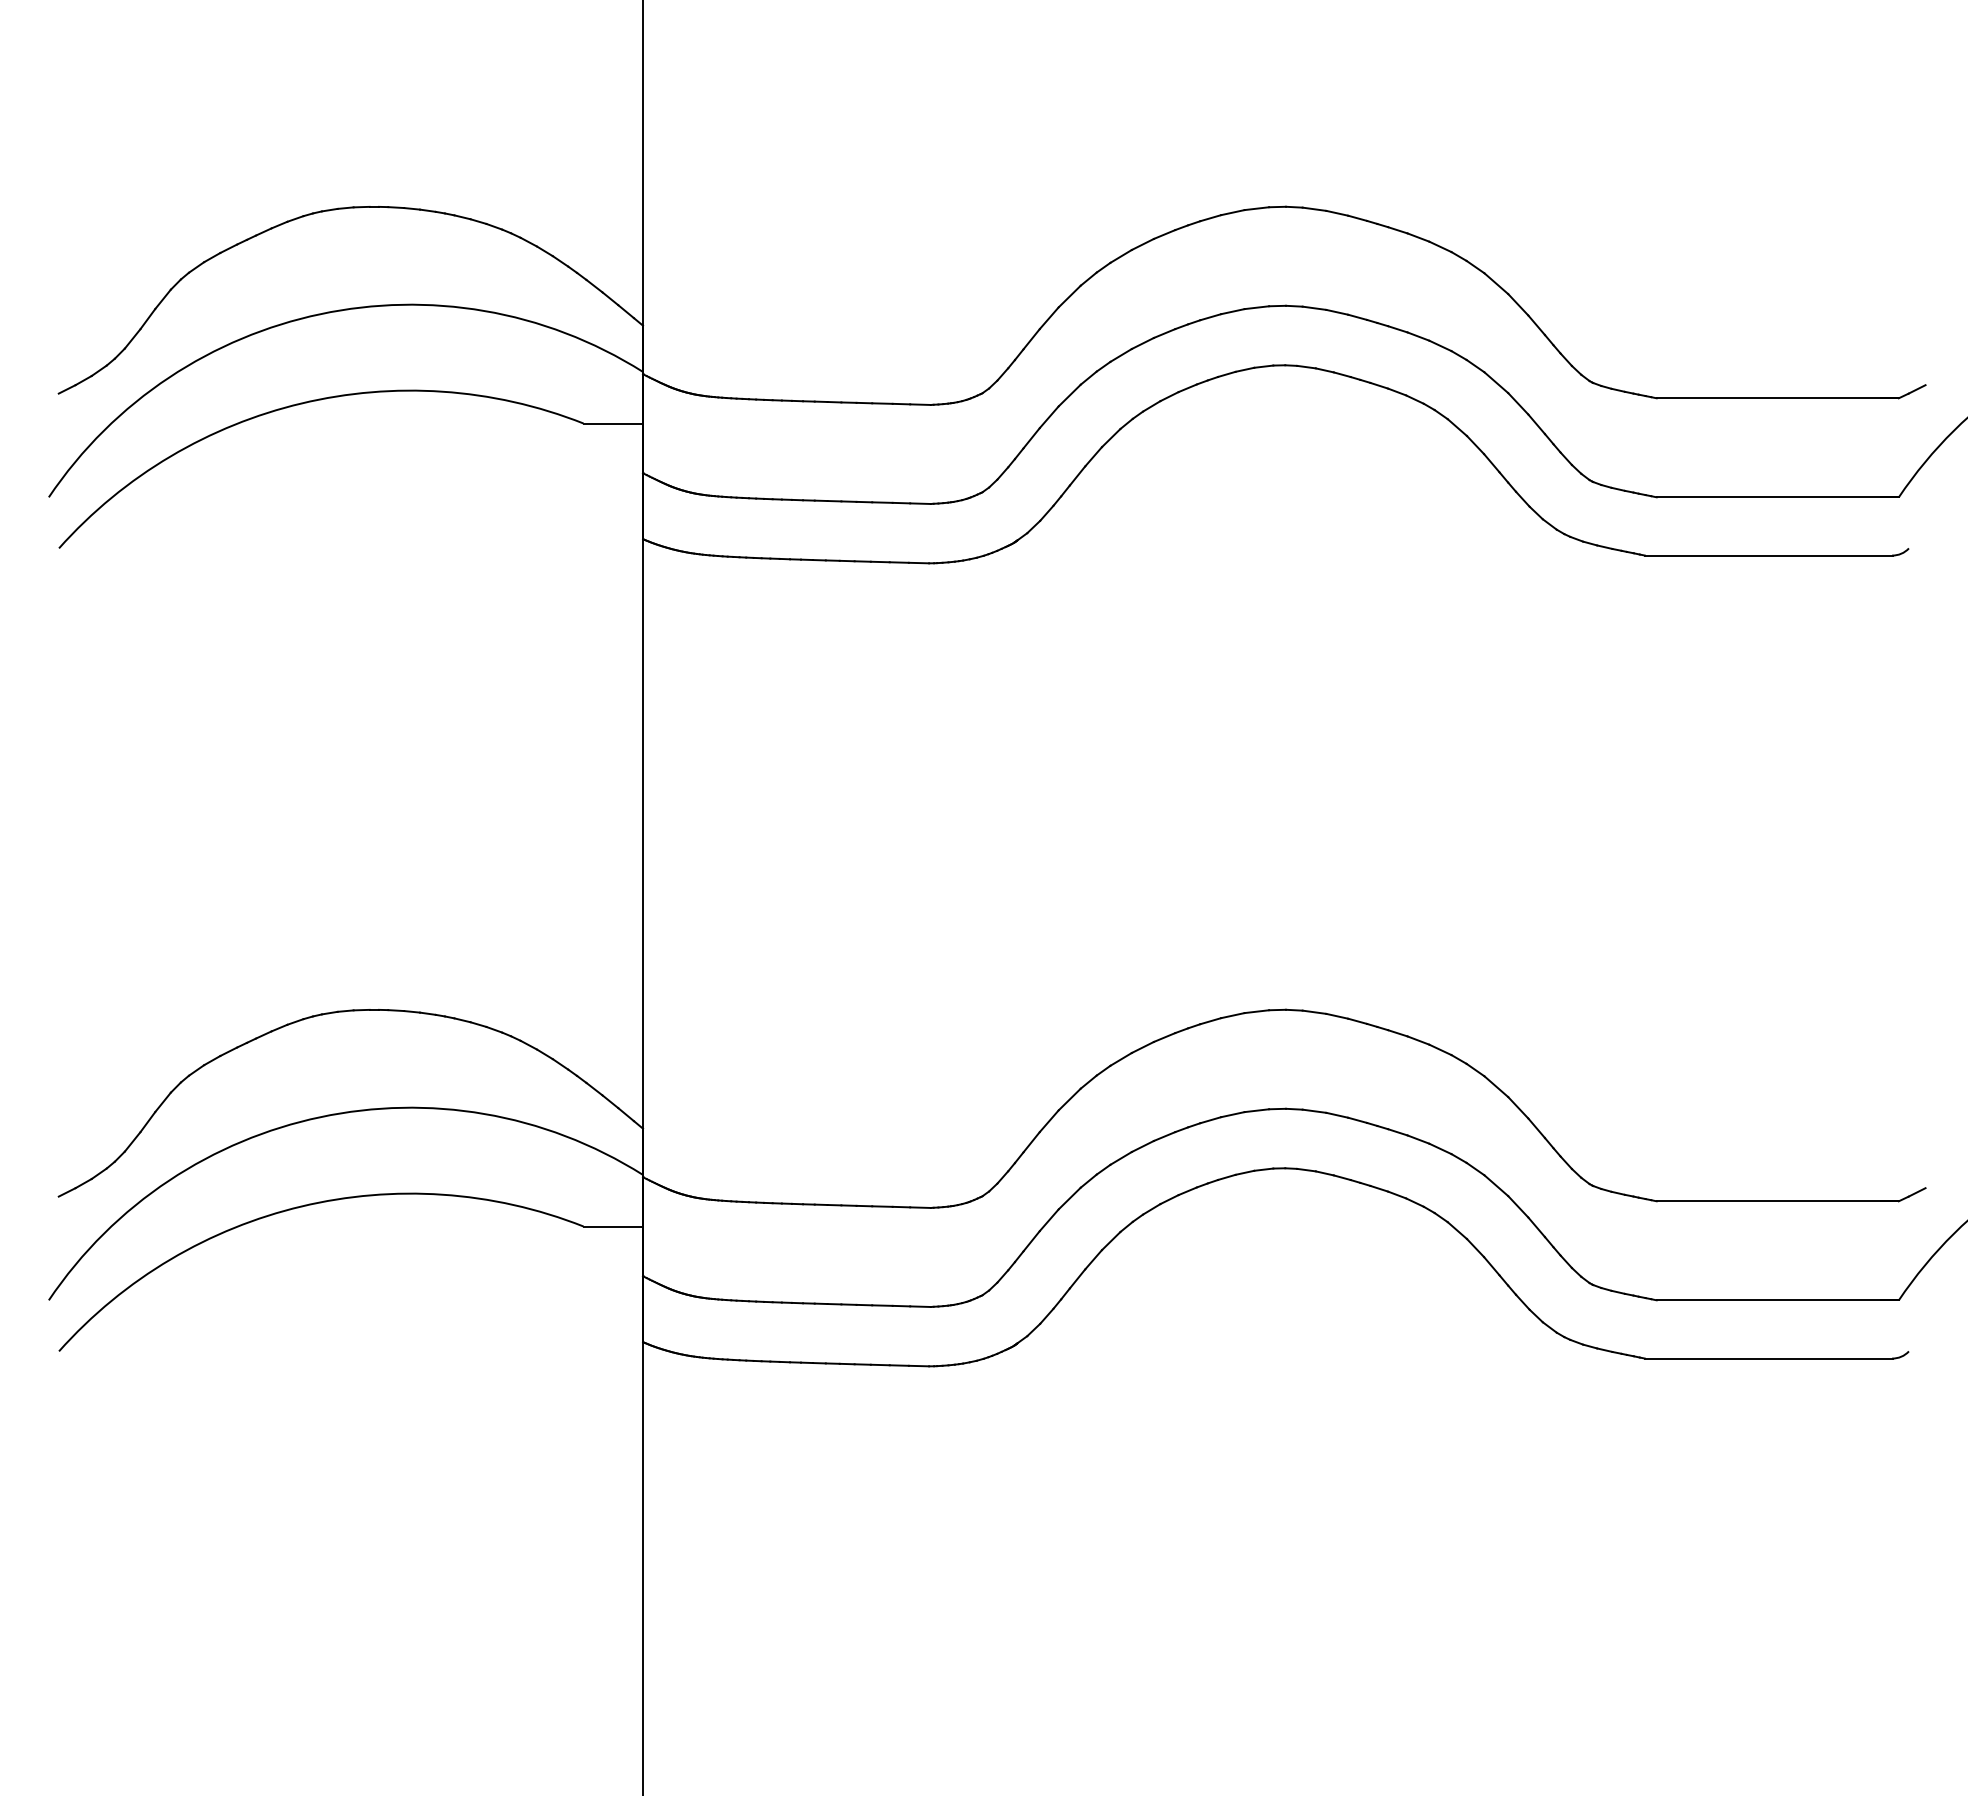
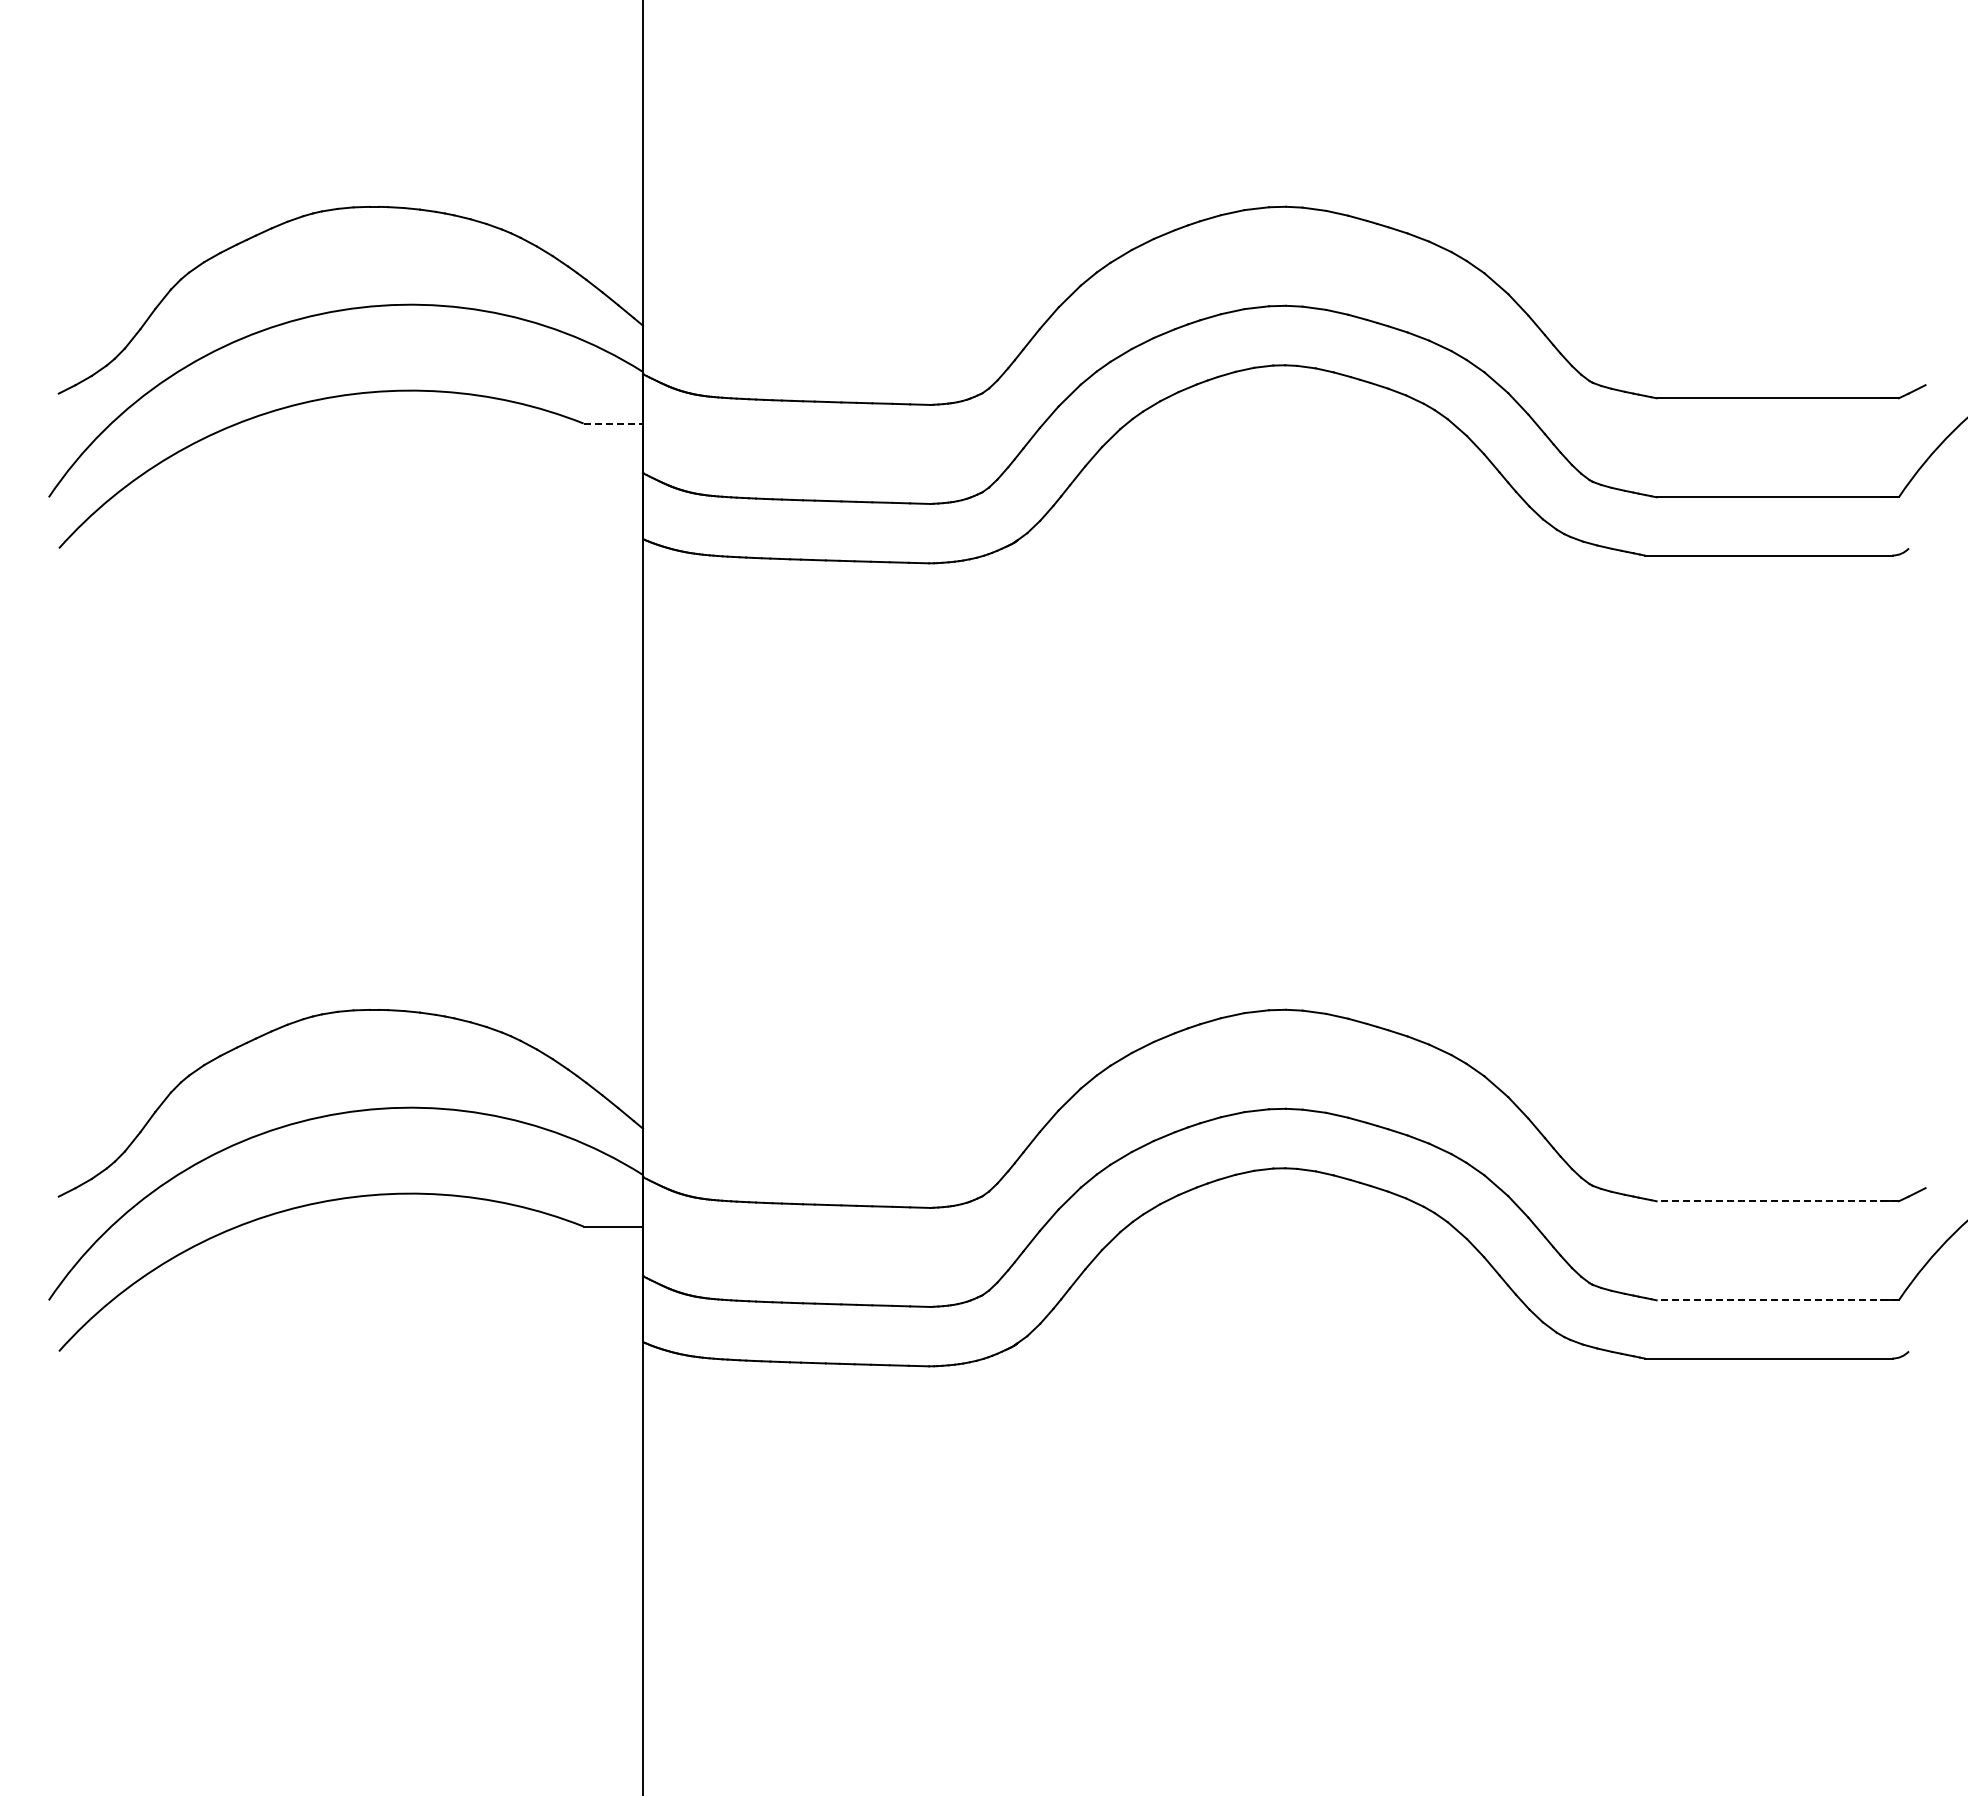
line at (613, 423): solid -> dashed
line at (1777, 1201): solid -> dashed
line at (1777, 1300): solid -> dashed
